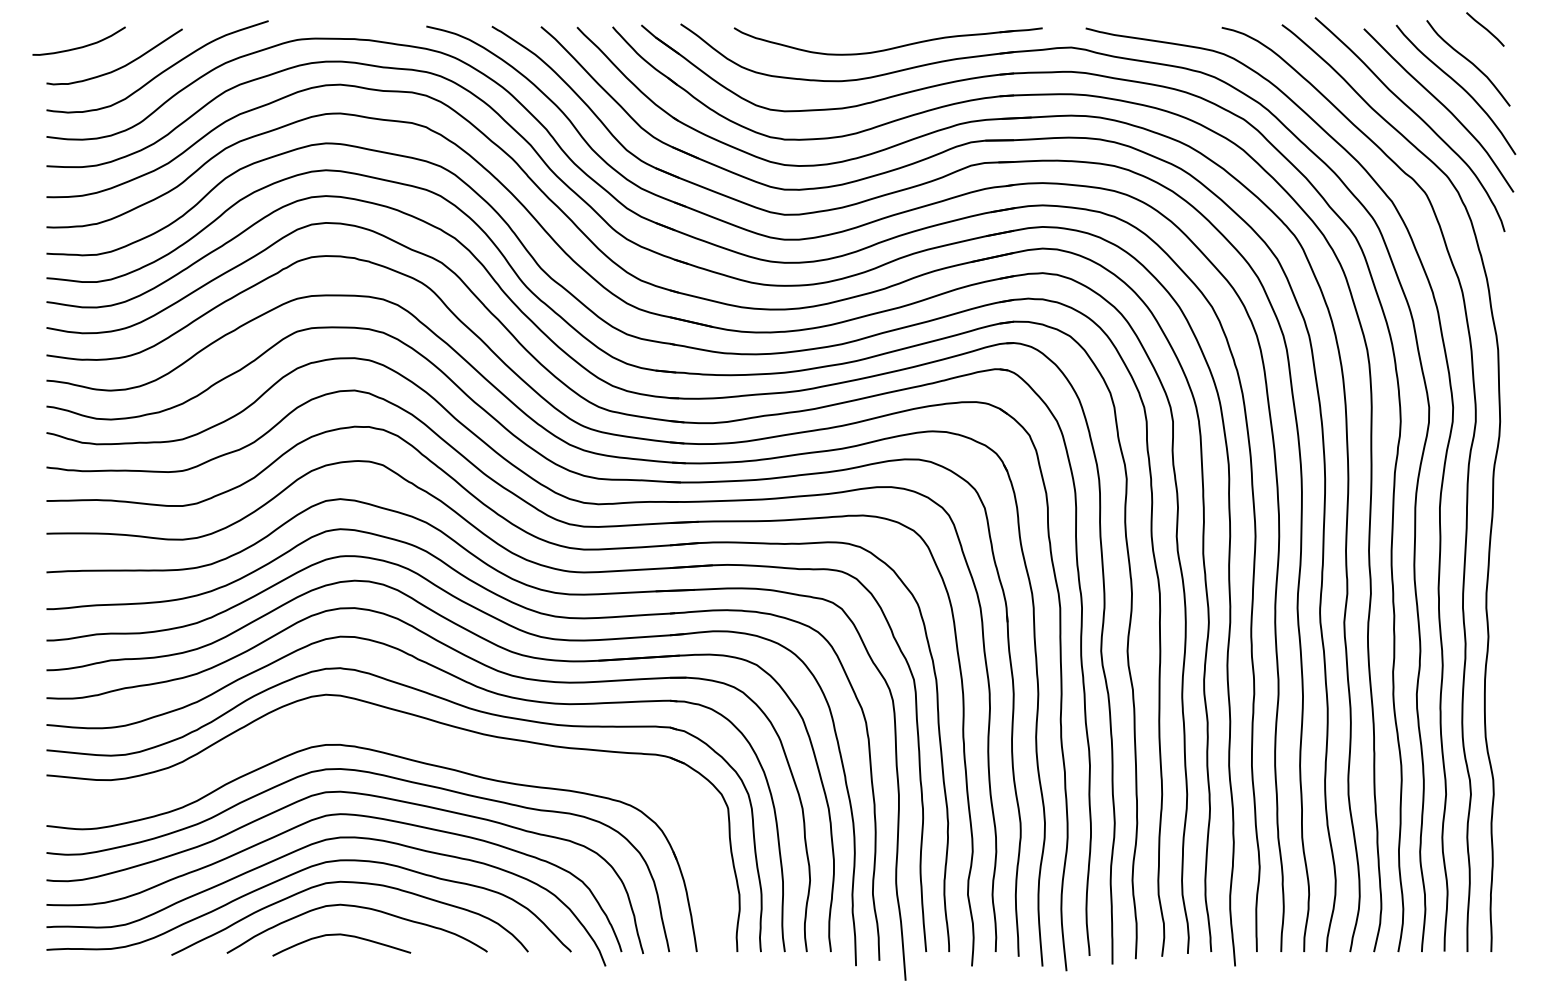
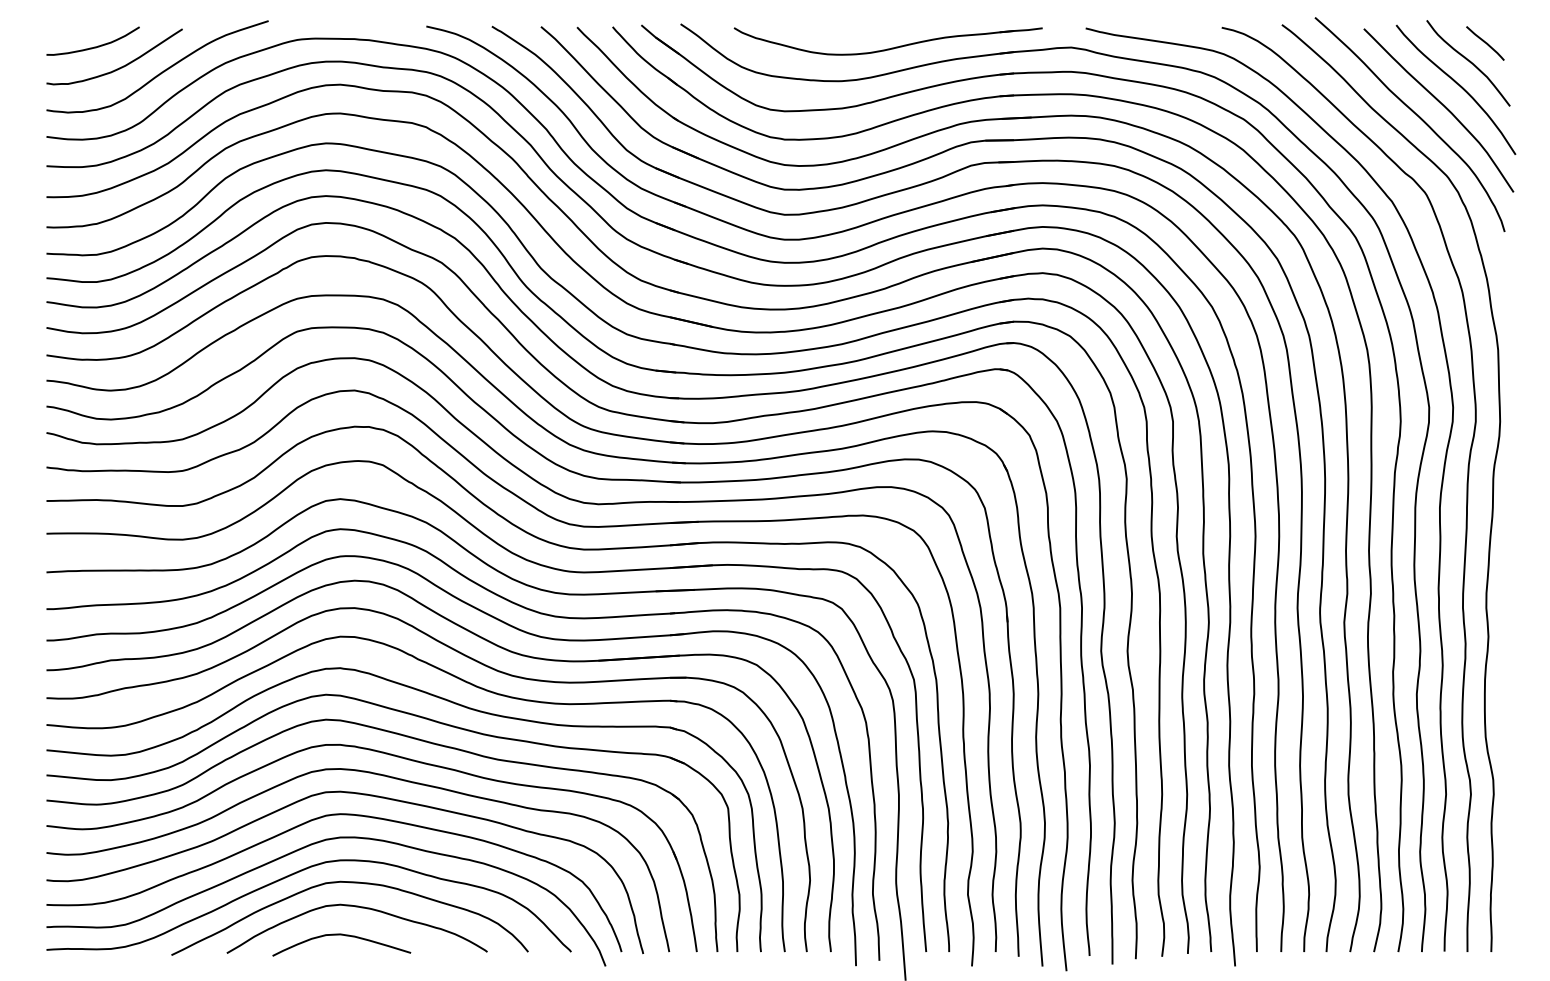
curve at (1485, 29) position: (1485, 29) -> (1485, 43)
curve at (80, 46) position: (80, 46) -> (94, 46)
part at (406, 737): none -> present
